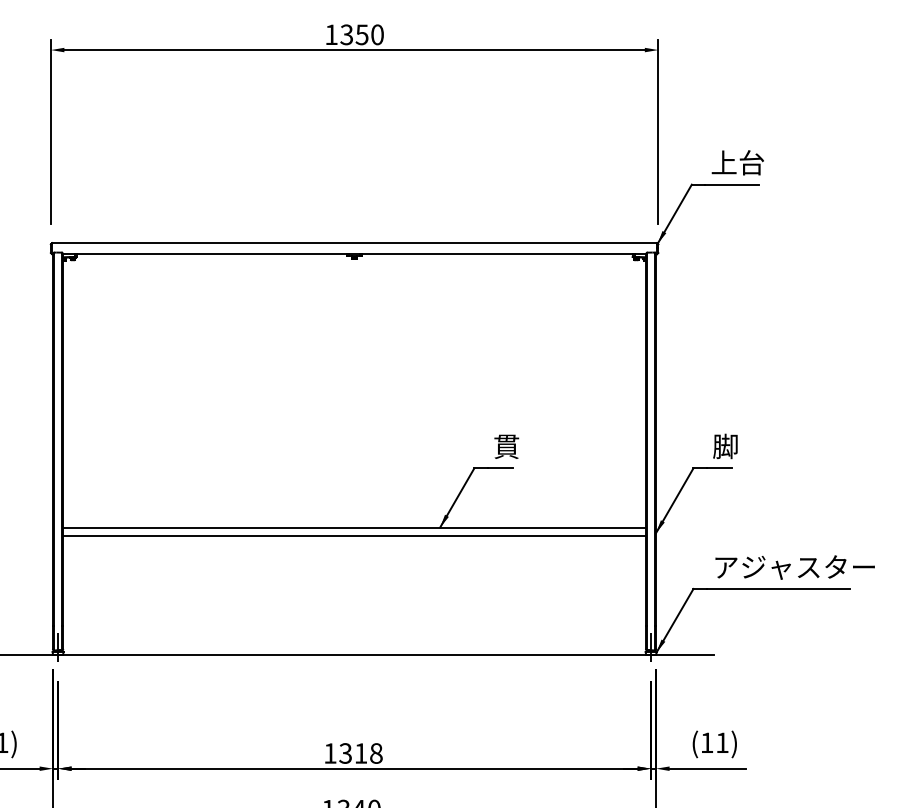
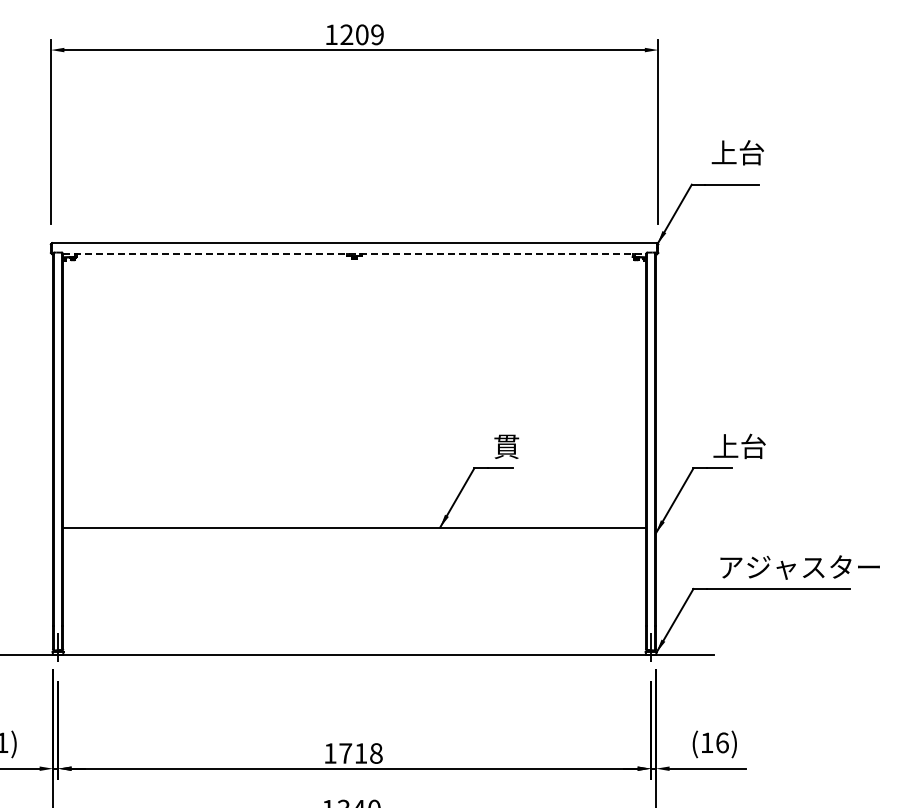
text at (361, 34): 1350 -> 1209
text at (737, 162) position: (737, 162) -> (737, 152)
line at (354, 254): solid -> dashed
text at (739, 446): 脚 -> 上台
line at (354, 536): present -> none
text at (794, 567) position: (794, 567) -> (799, 567)
text at (722, 742): (11) -> (16)
text at (345, 753): 1318 -> 1718
